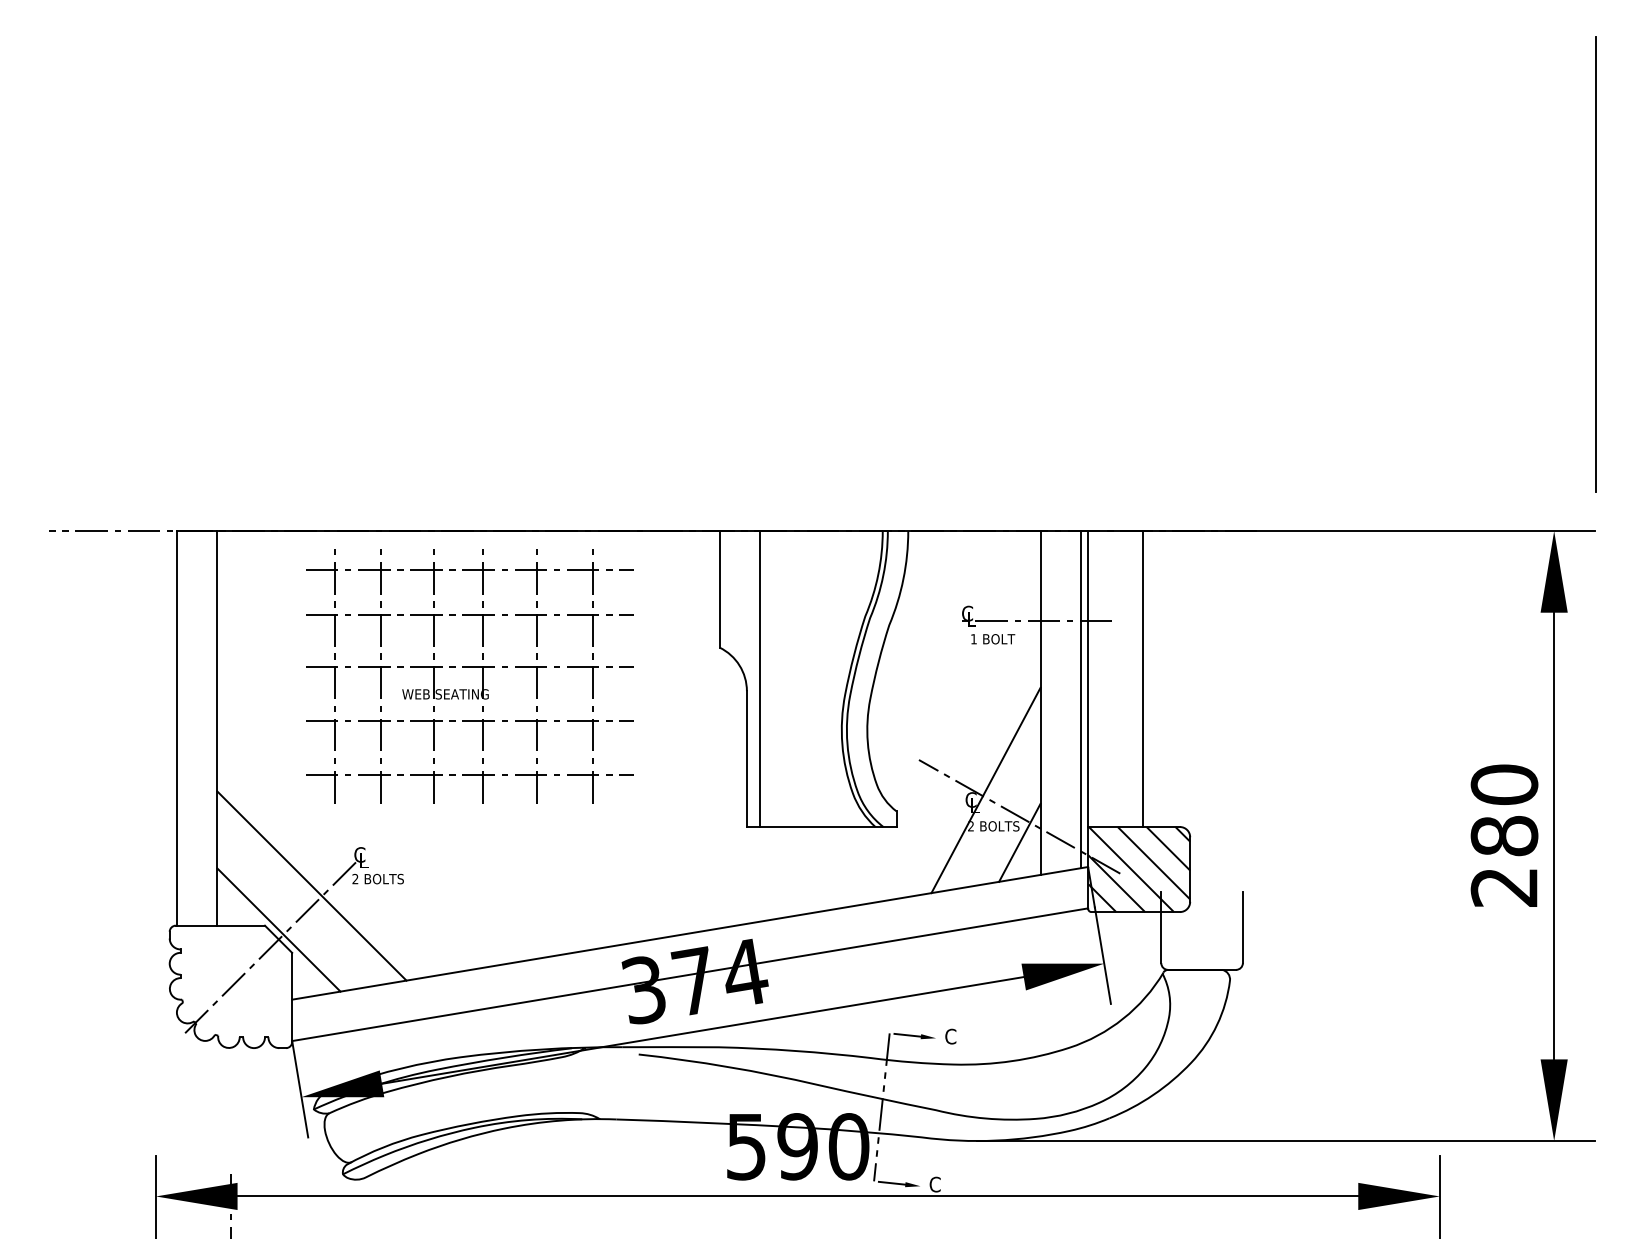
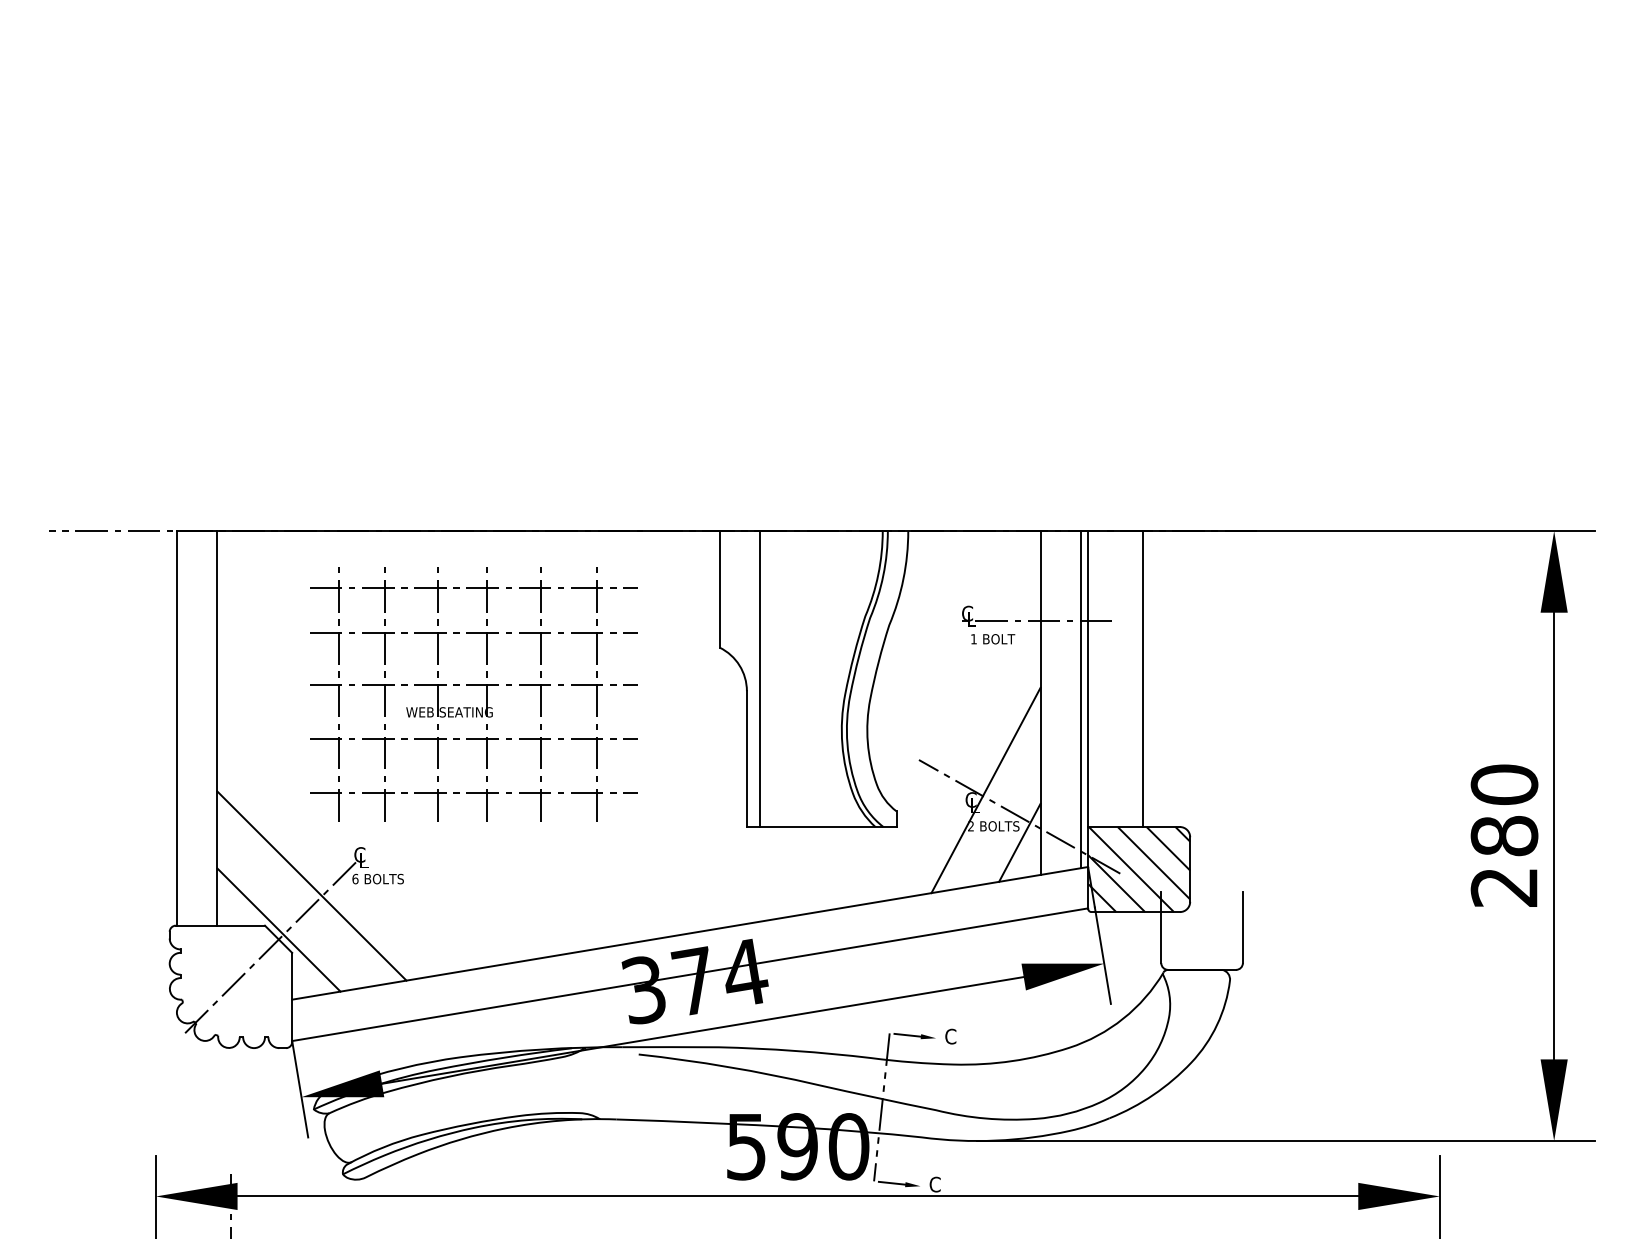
line at (1595, 264): present -> none
part at (469, 667) position: (469, 667) -> (473, 685)
text at (355, 878): 2 -> 6
